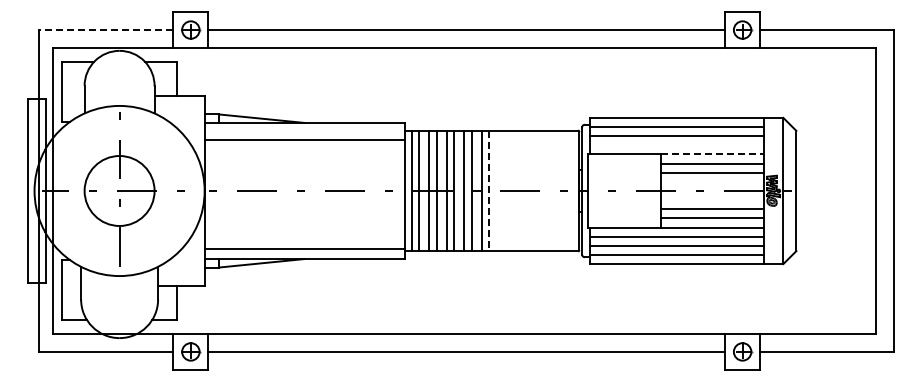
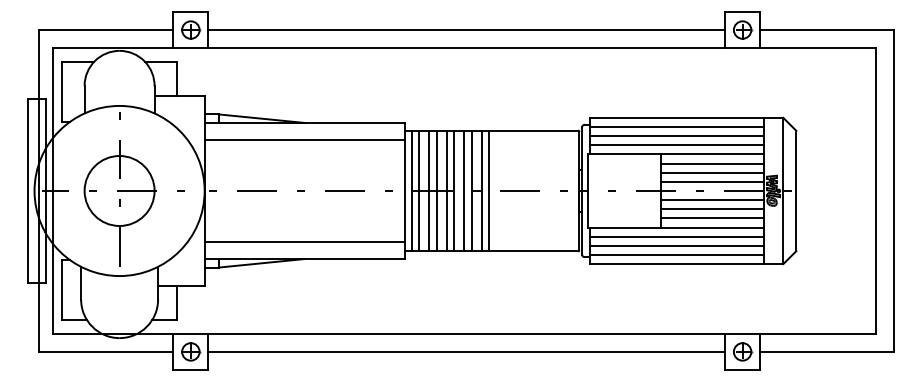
line at (105, 30): dashed -> solid
line at (676, 145): none -> present
line at (712, 154): dashed -> solid
line at (711, 181): none -> present
line at (489, 191): dashed -> solid
line at (711, 200): none -> present
line at (304, 249) position: (304, 249) -> (304, 242)
